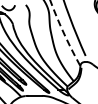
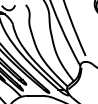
arc at (63, 33): dashed -> solid
